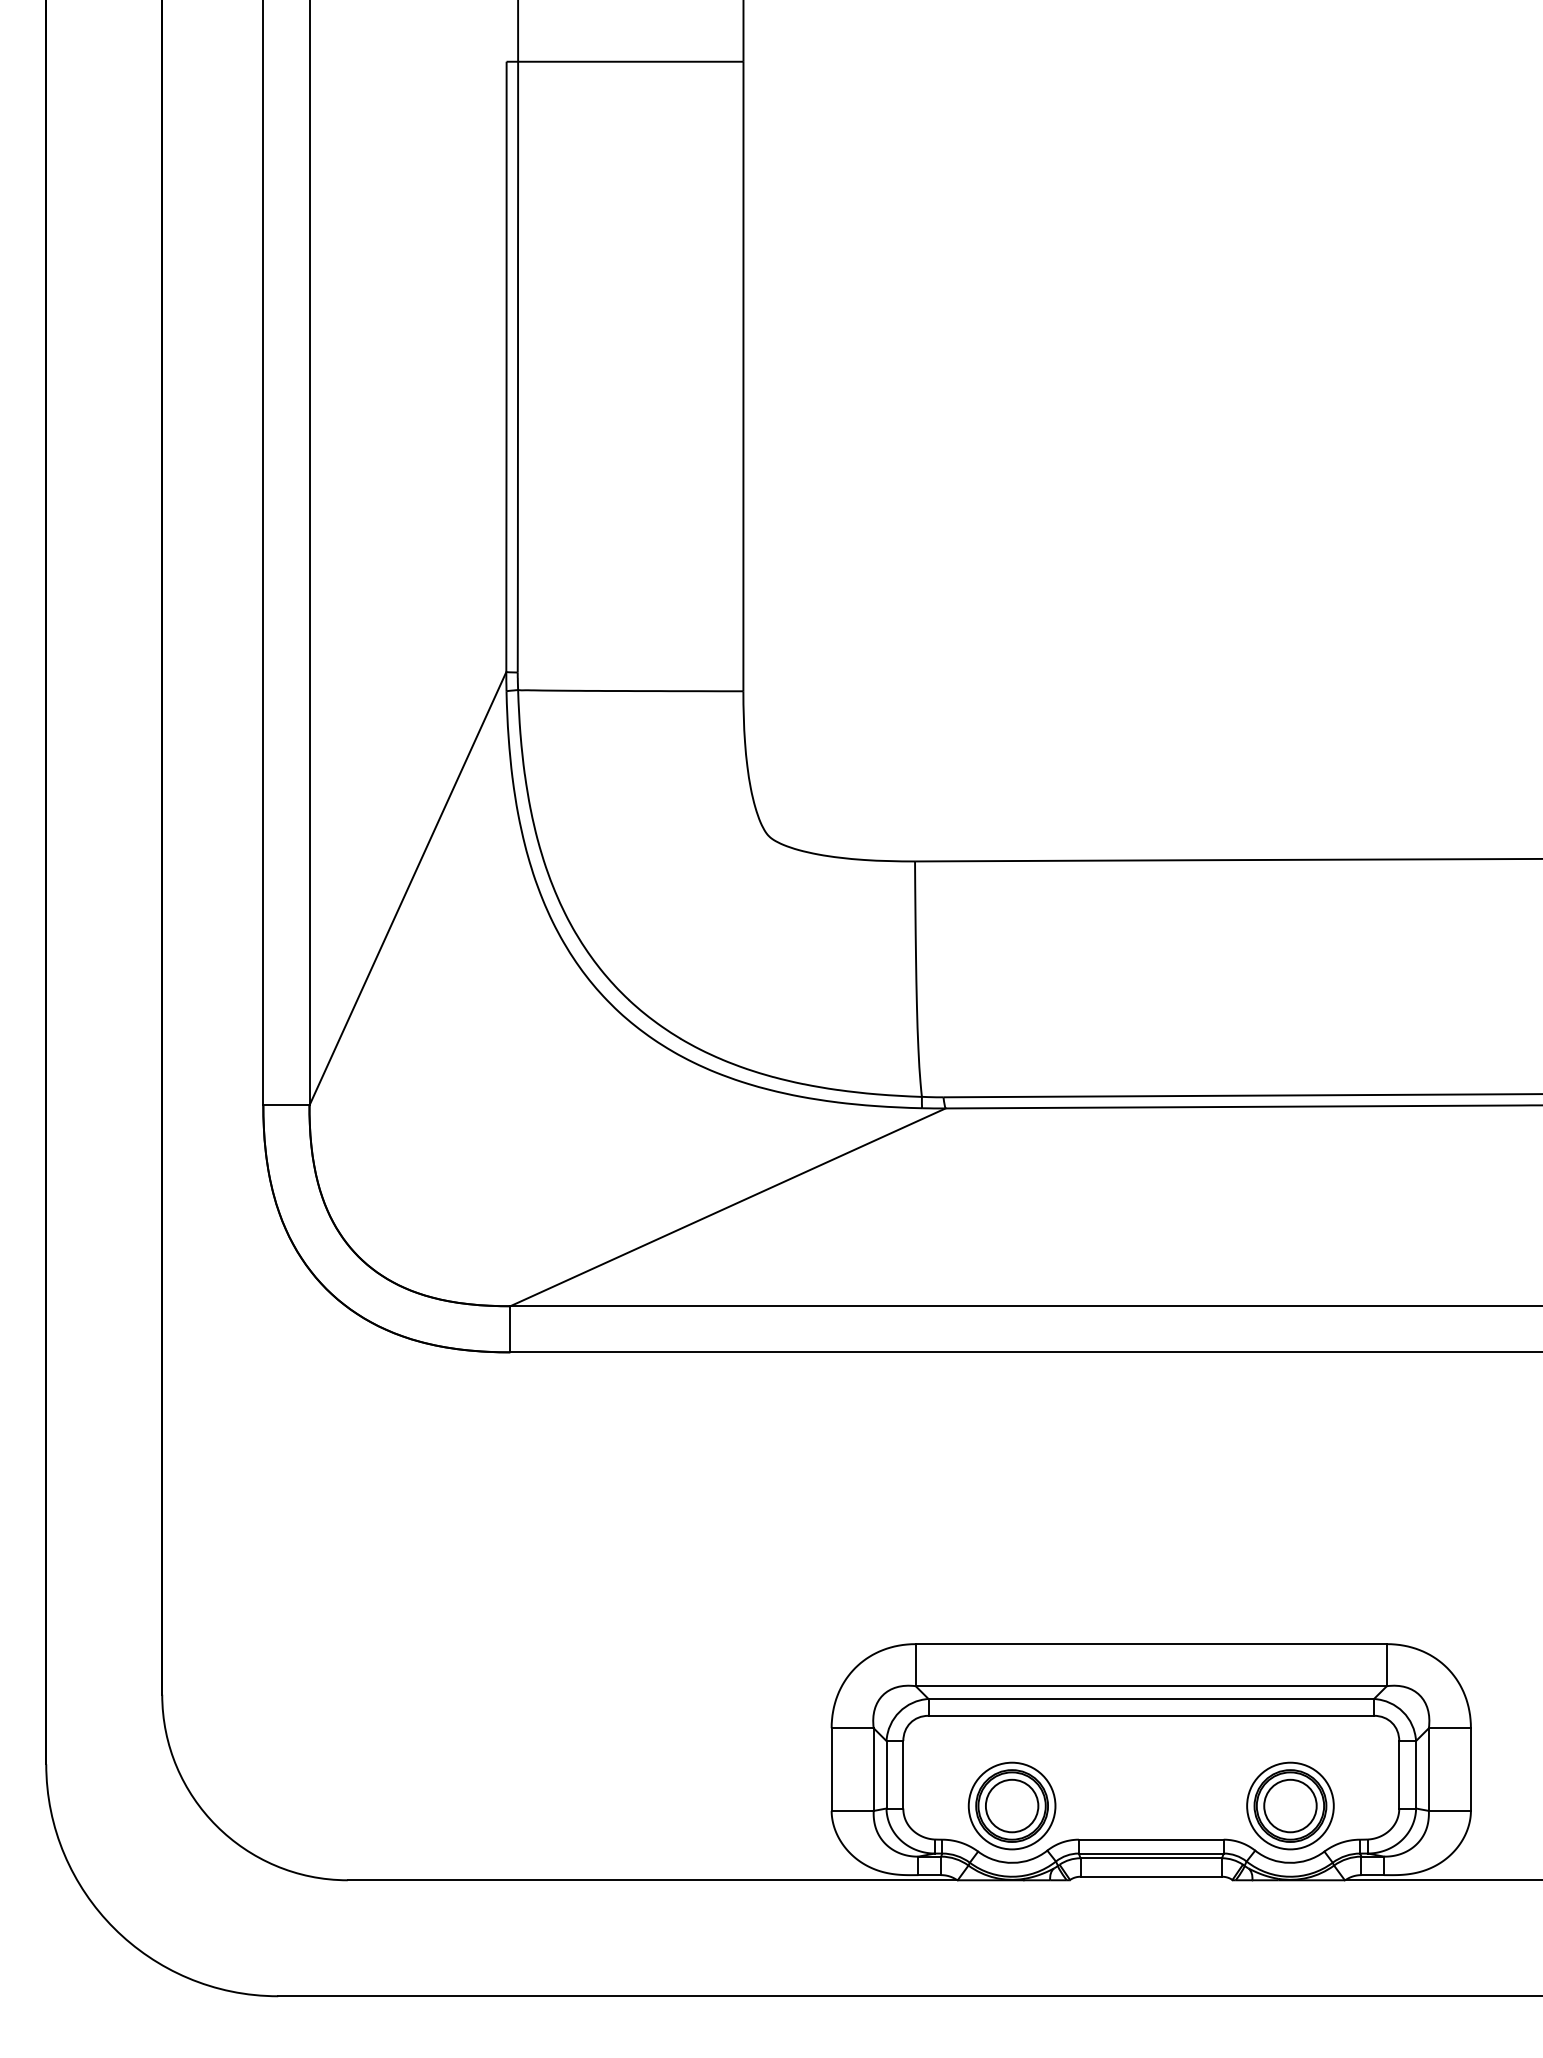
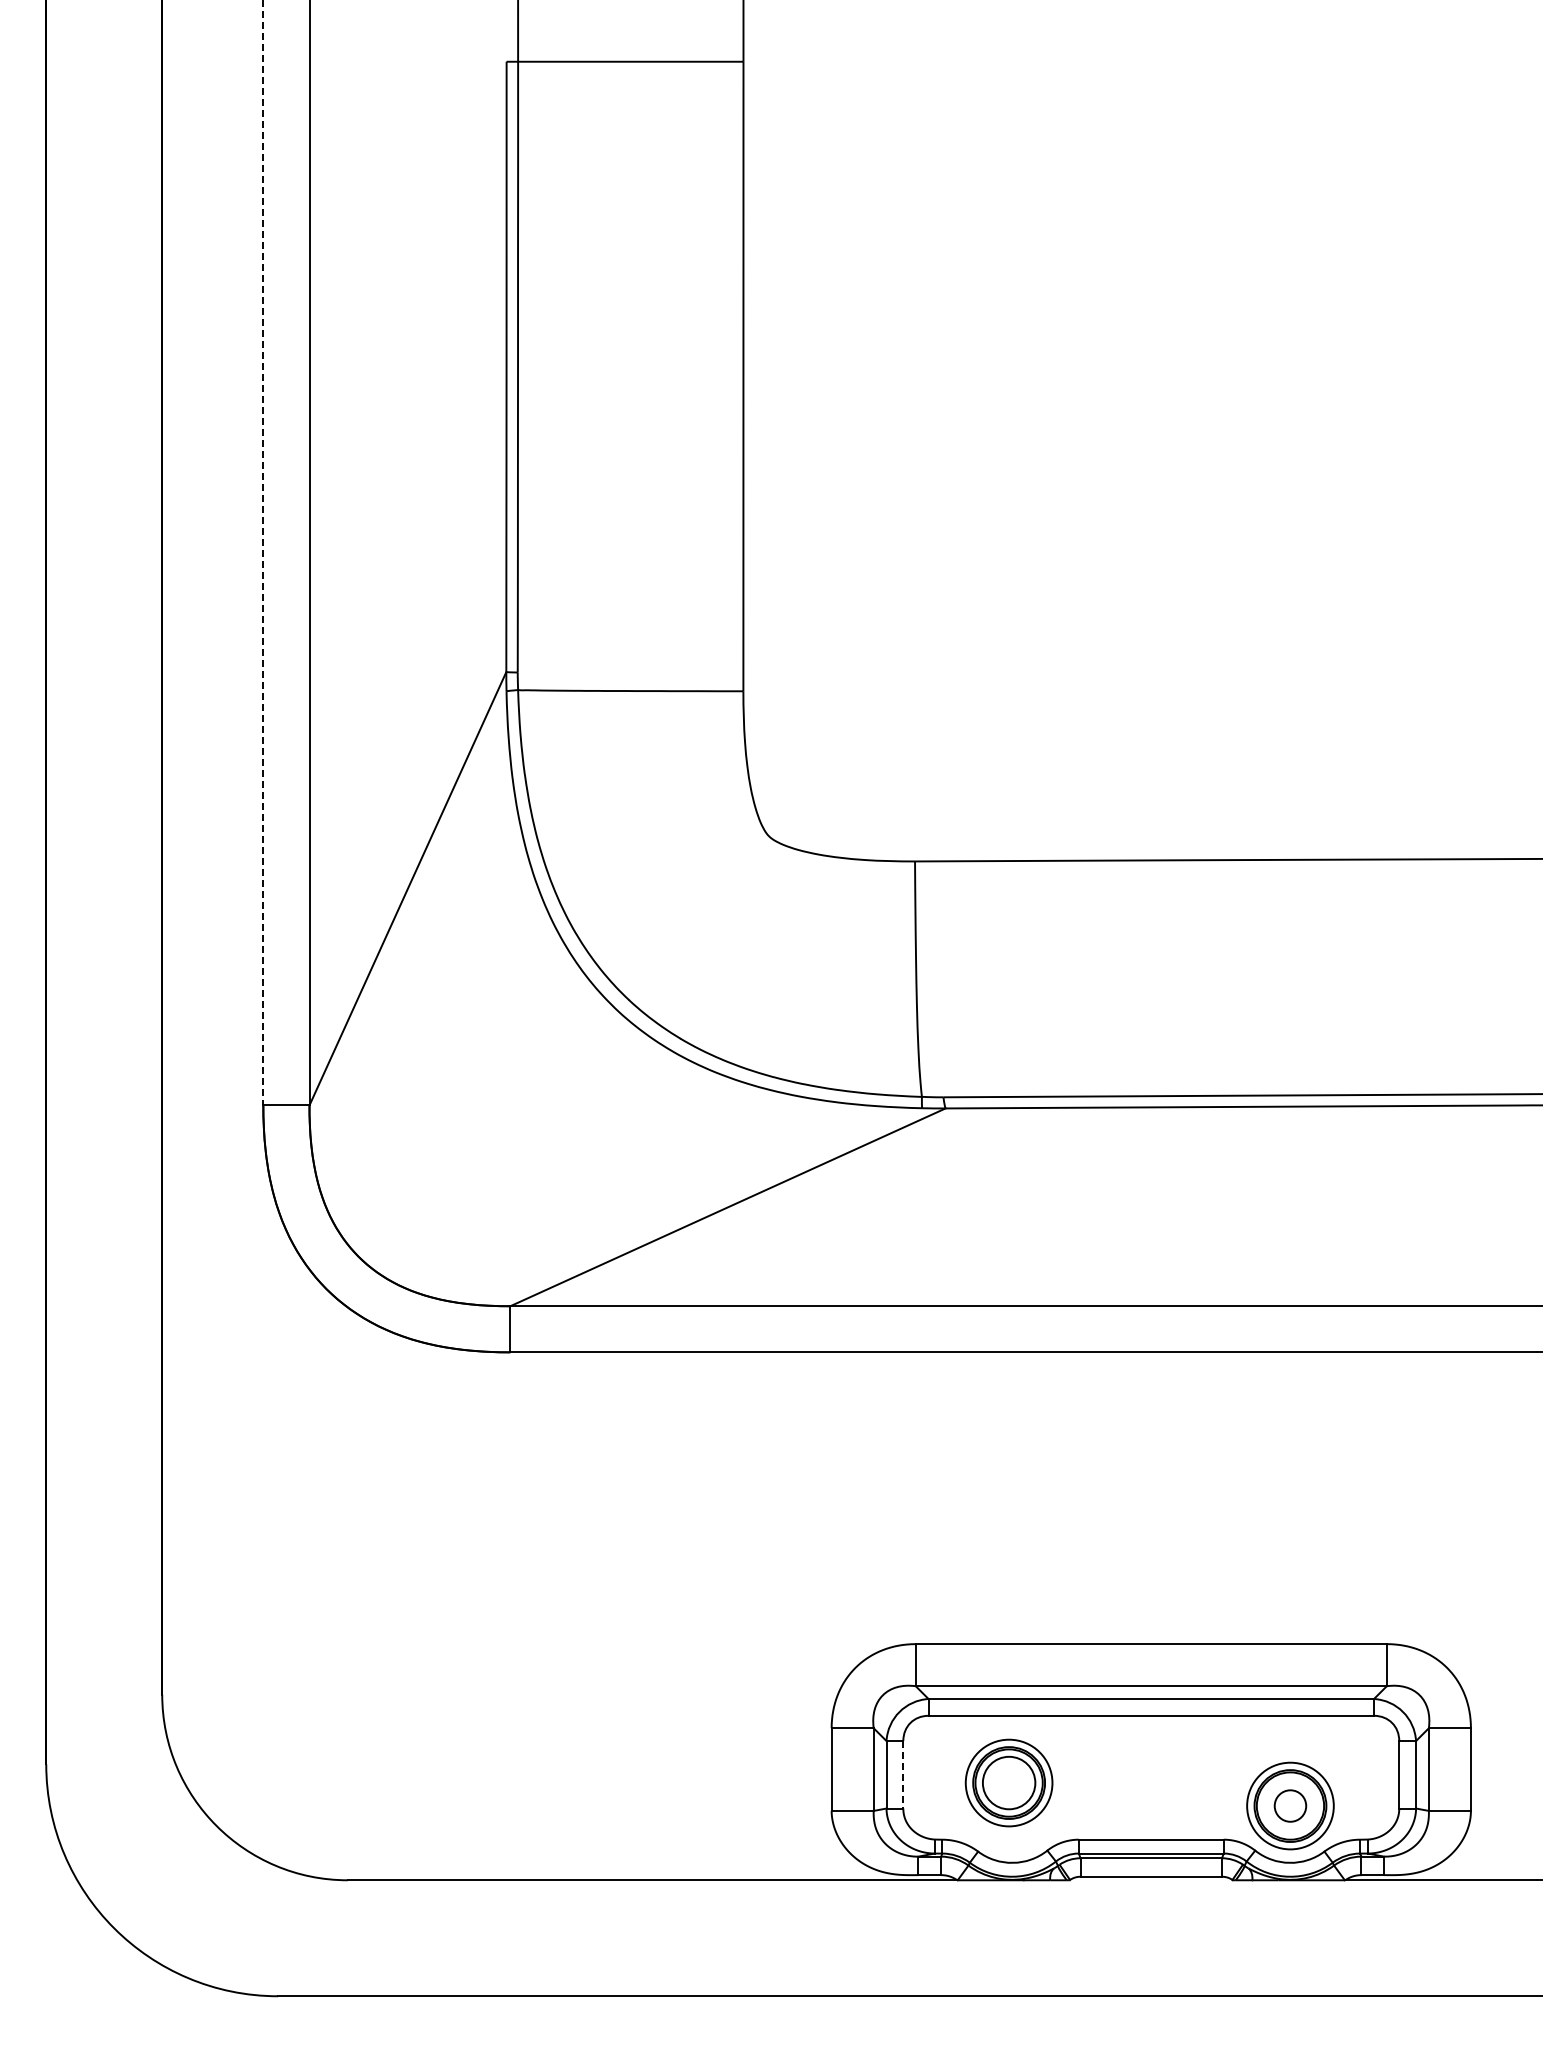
line at (263, 553): solid -> dashed
line at (903, 1774): solid -> dashed
part at (1011, 1805) position: (1011, 1805) -> (1008, 1782)
circle at (1290, 1805) diameter: 52 px -> 31 px
